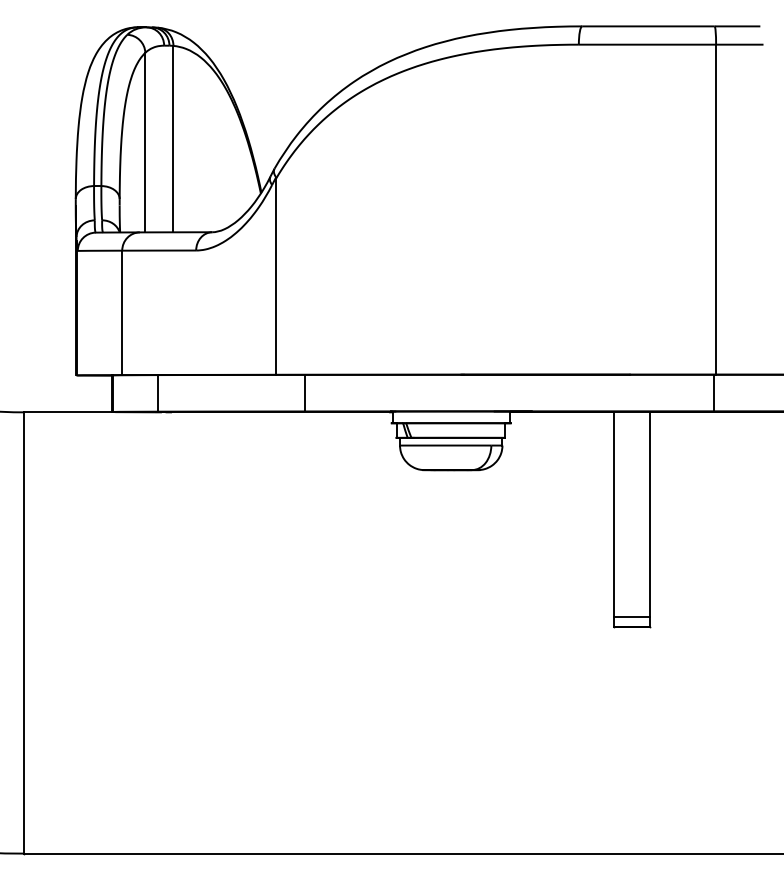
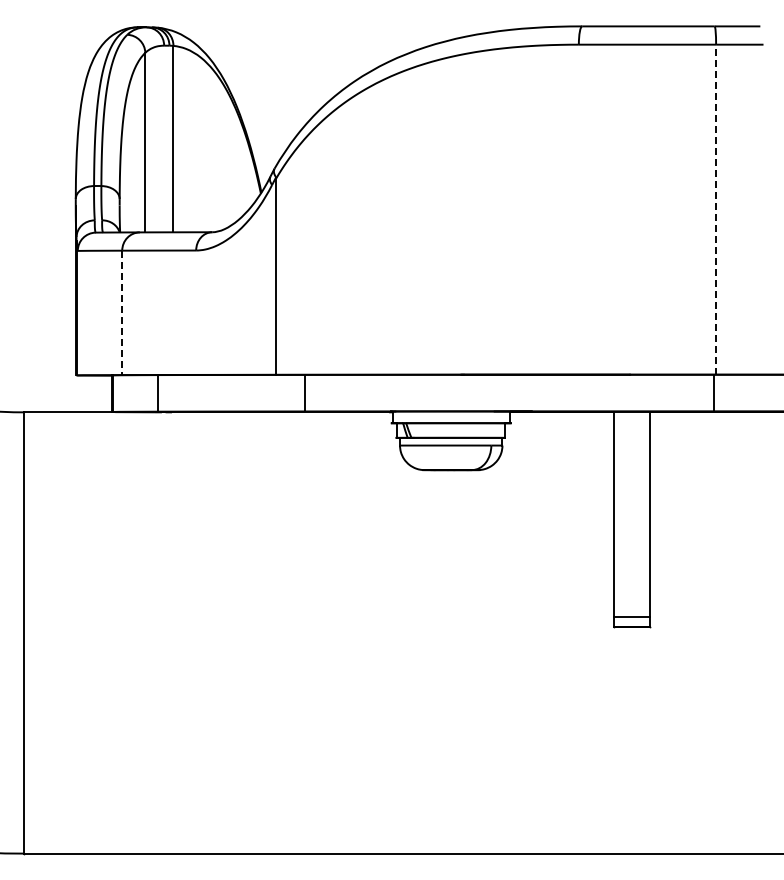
line at (716, 209): solid -> dashed
line at (122, 313): solid -> dashed
